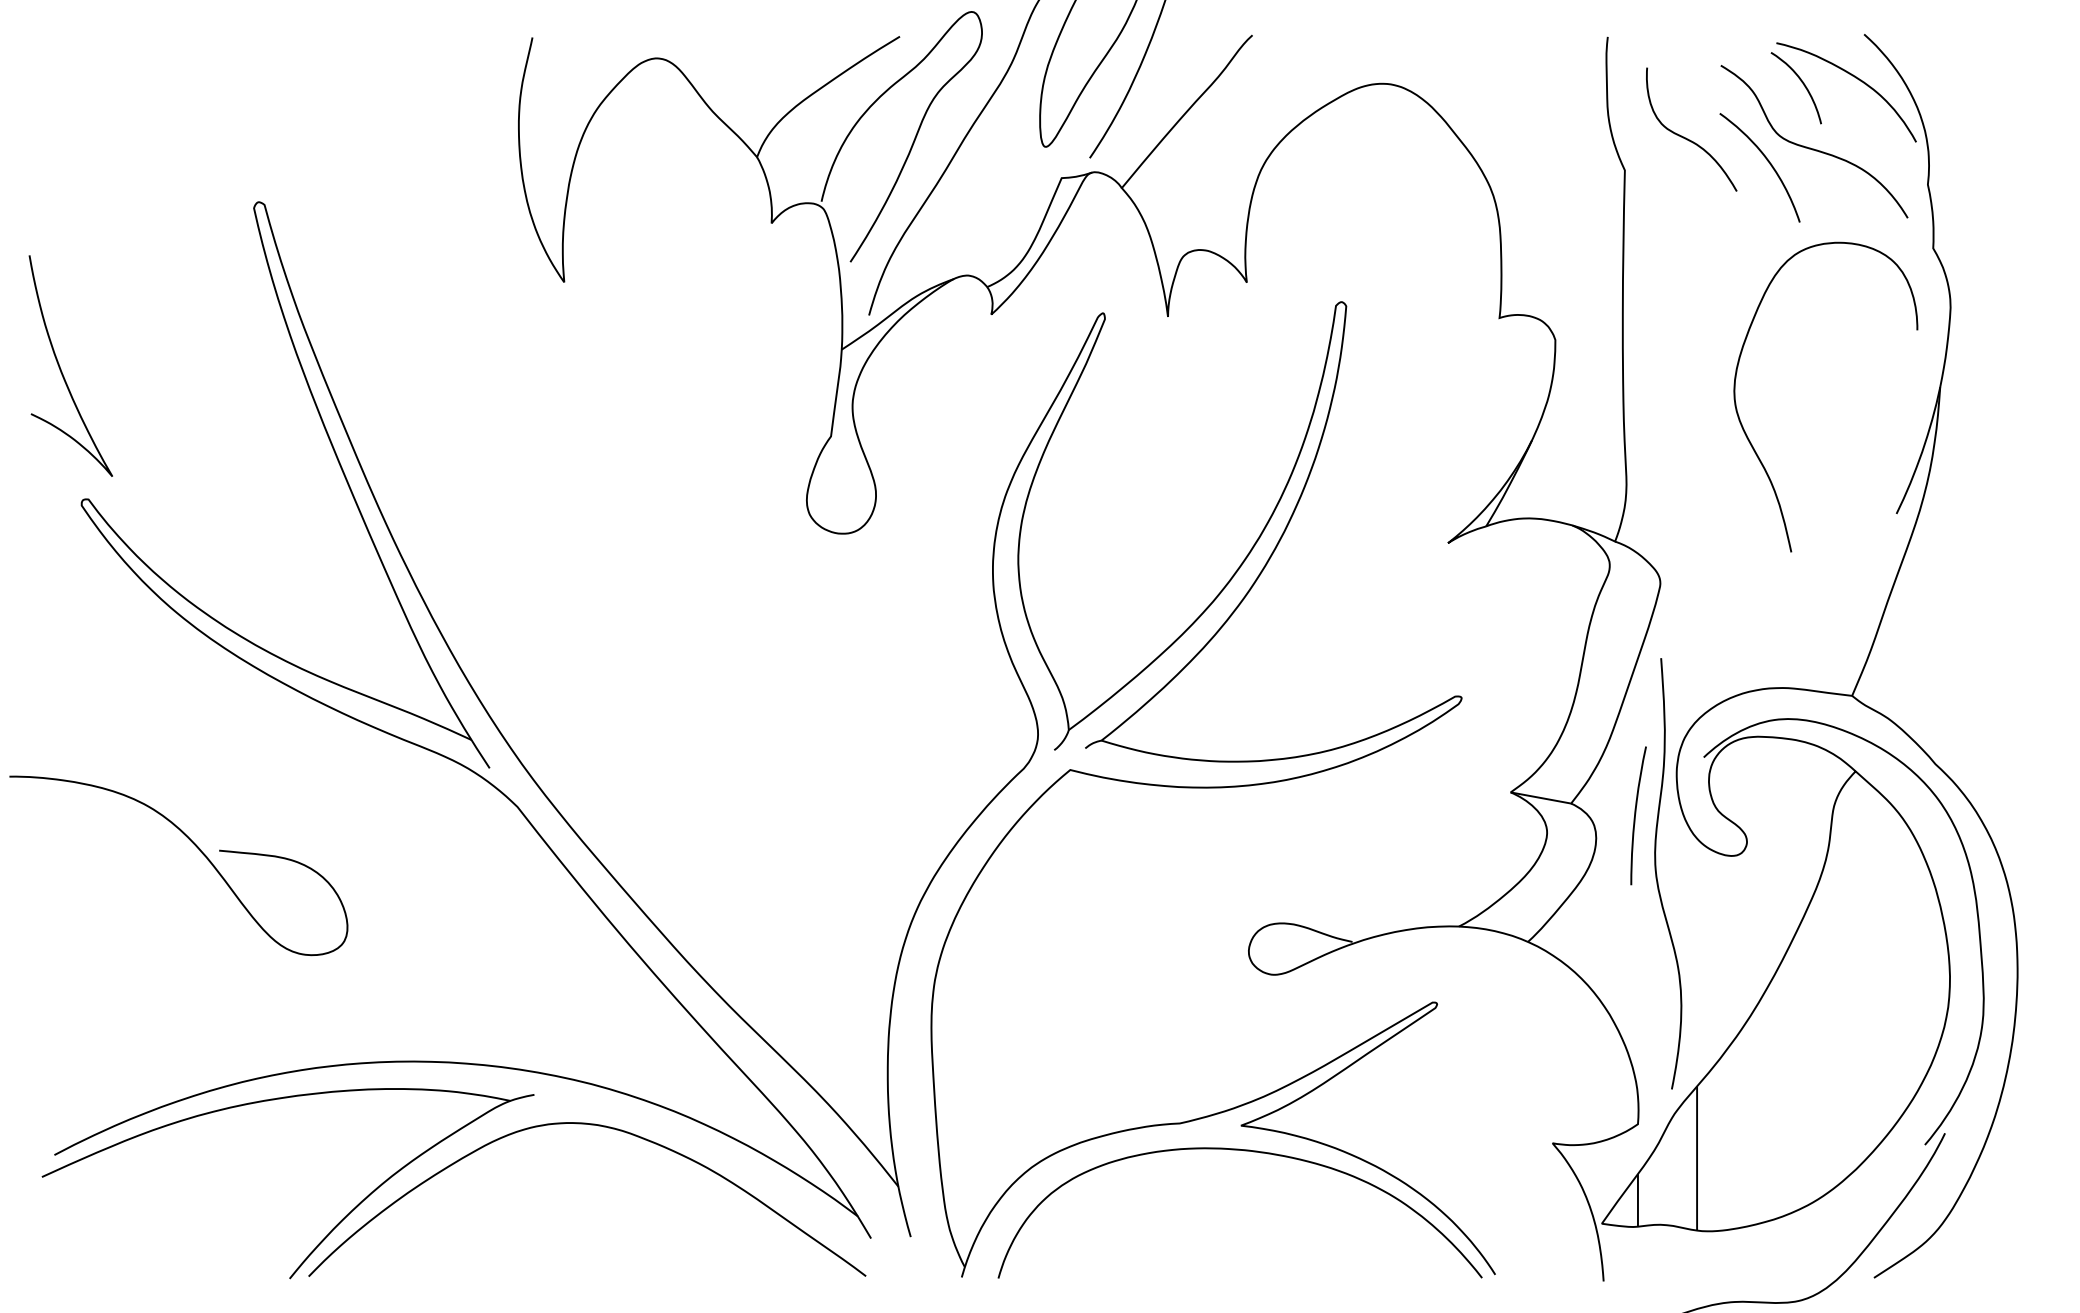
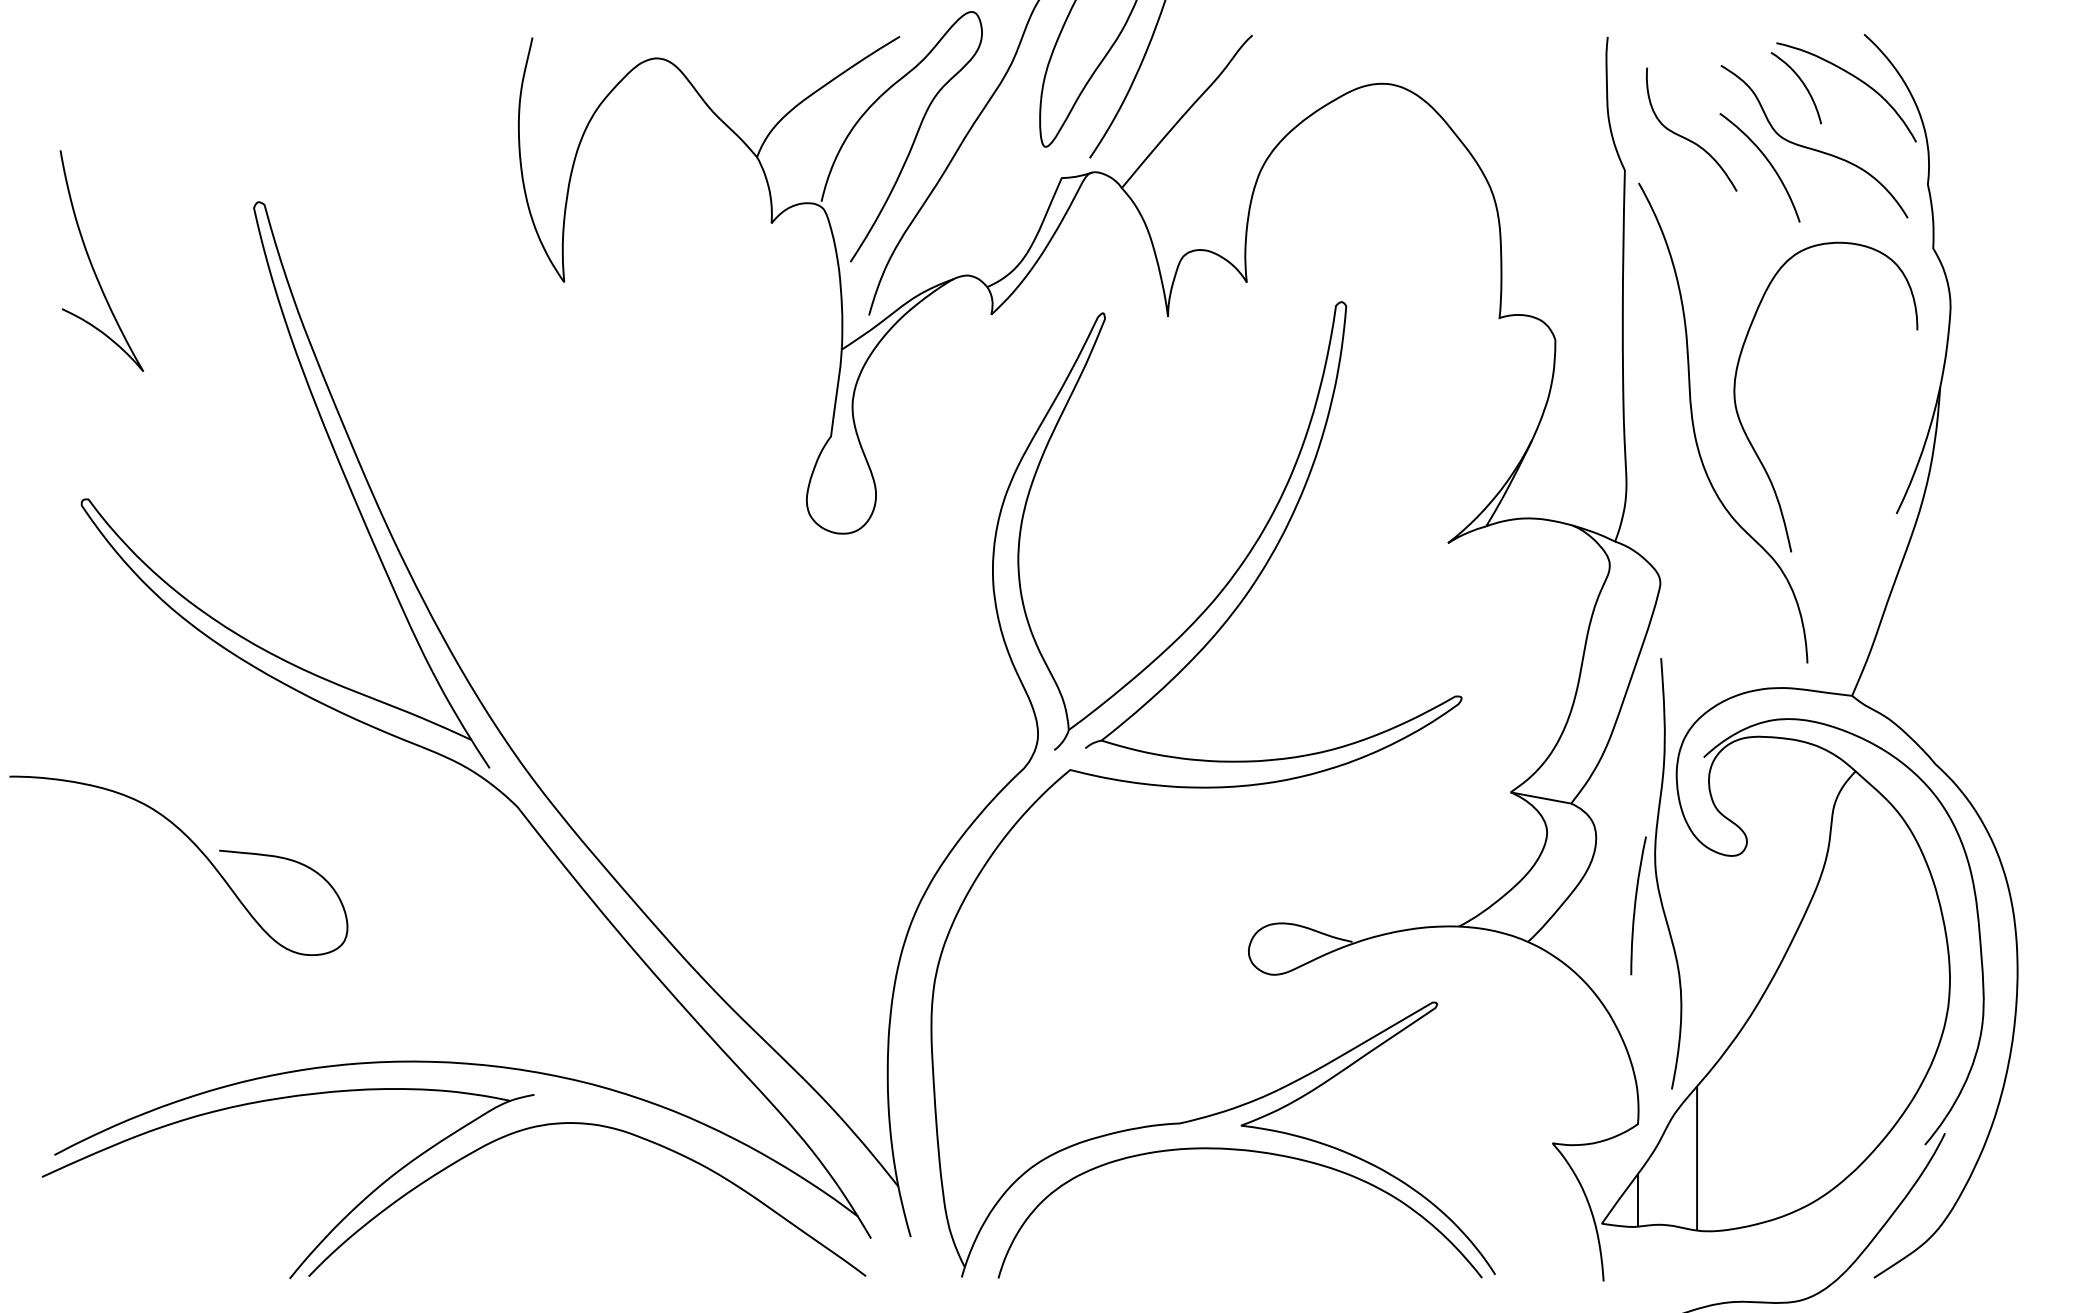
curve at (61, 369) position: (61, 369) -> (92, 264)
curve at (1694, 425): none -> present
curve at (1636, 813) position: (1636, 813) -> (1636, 903)
